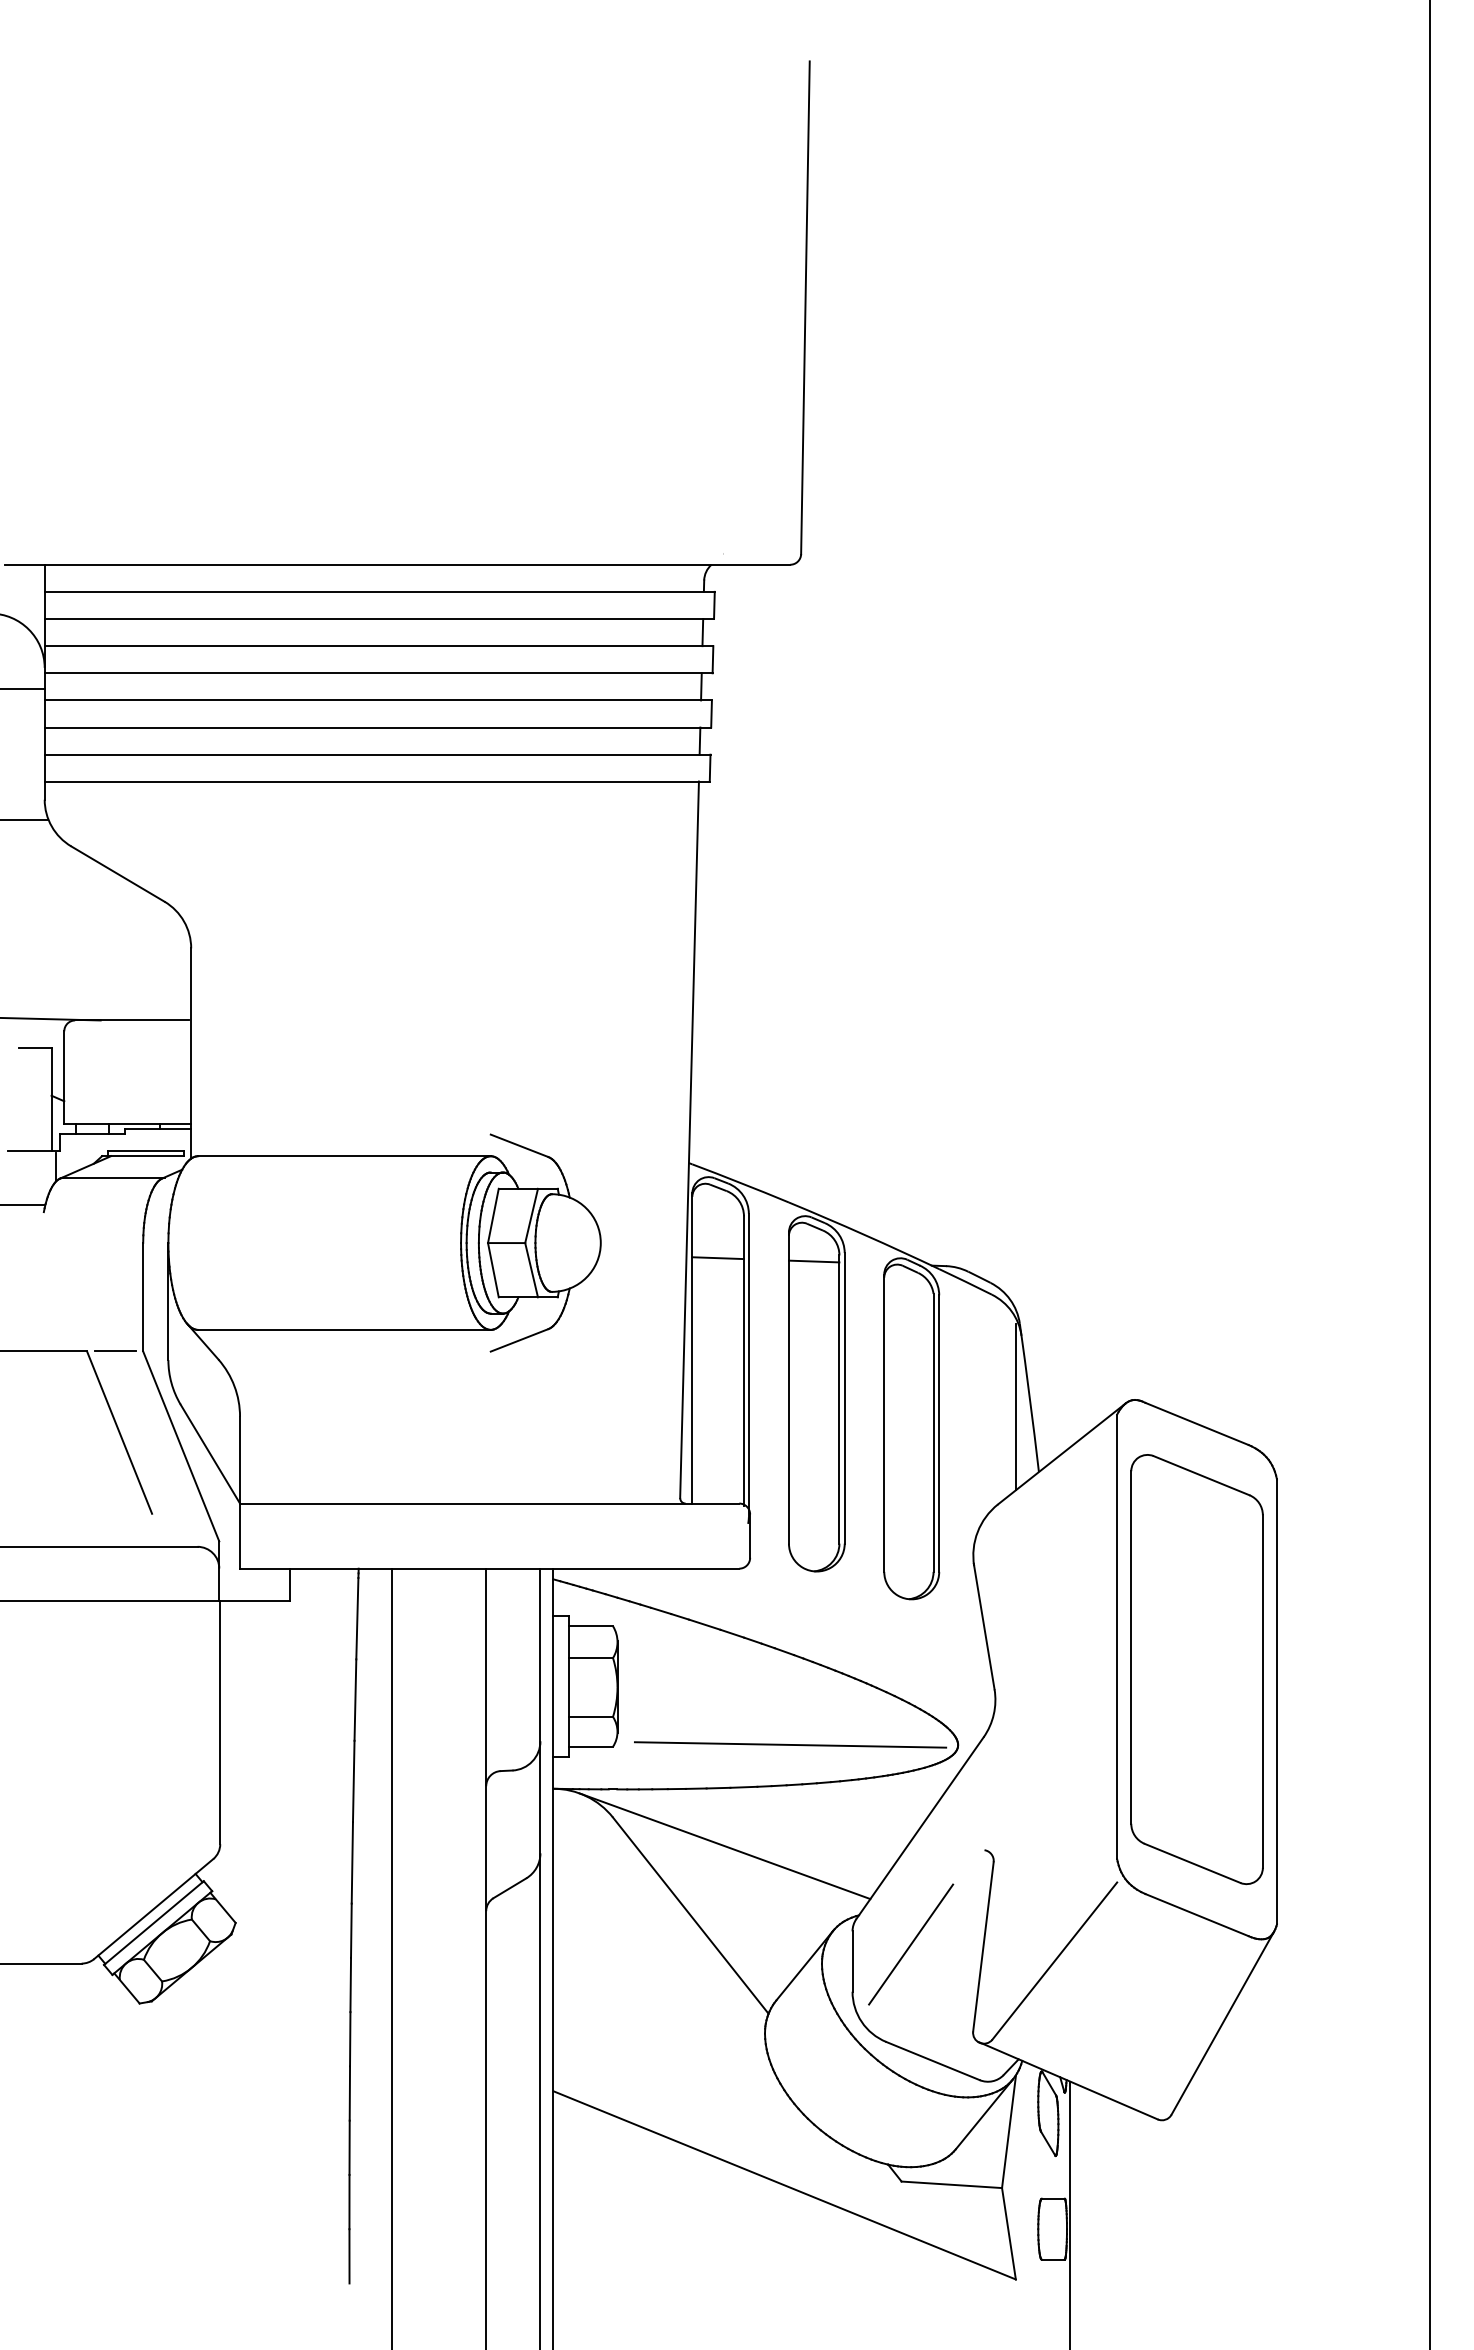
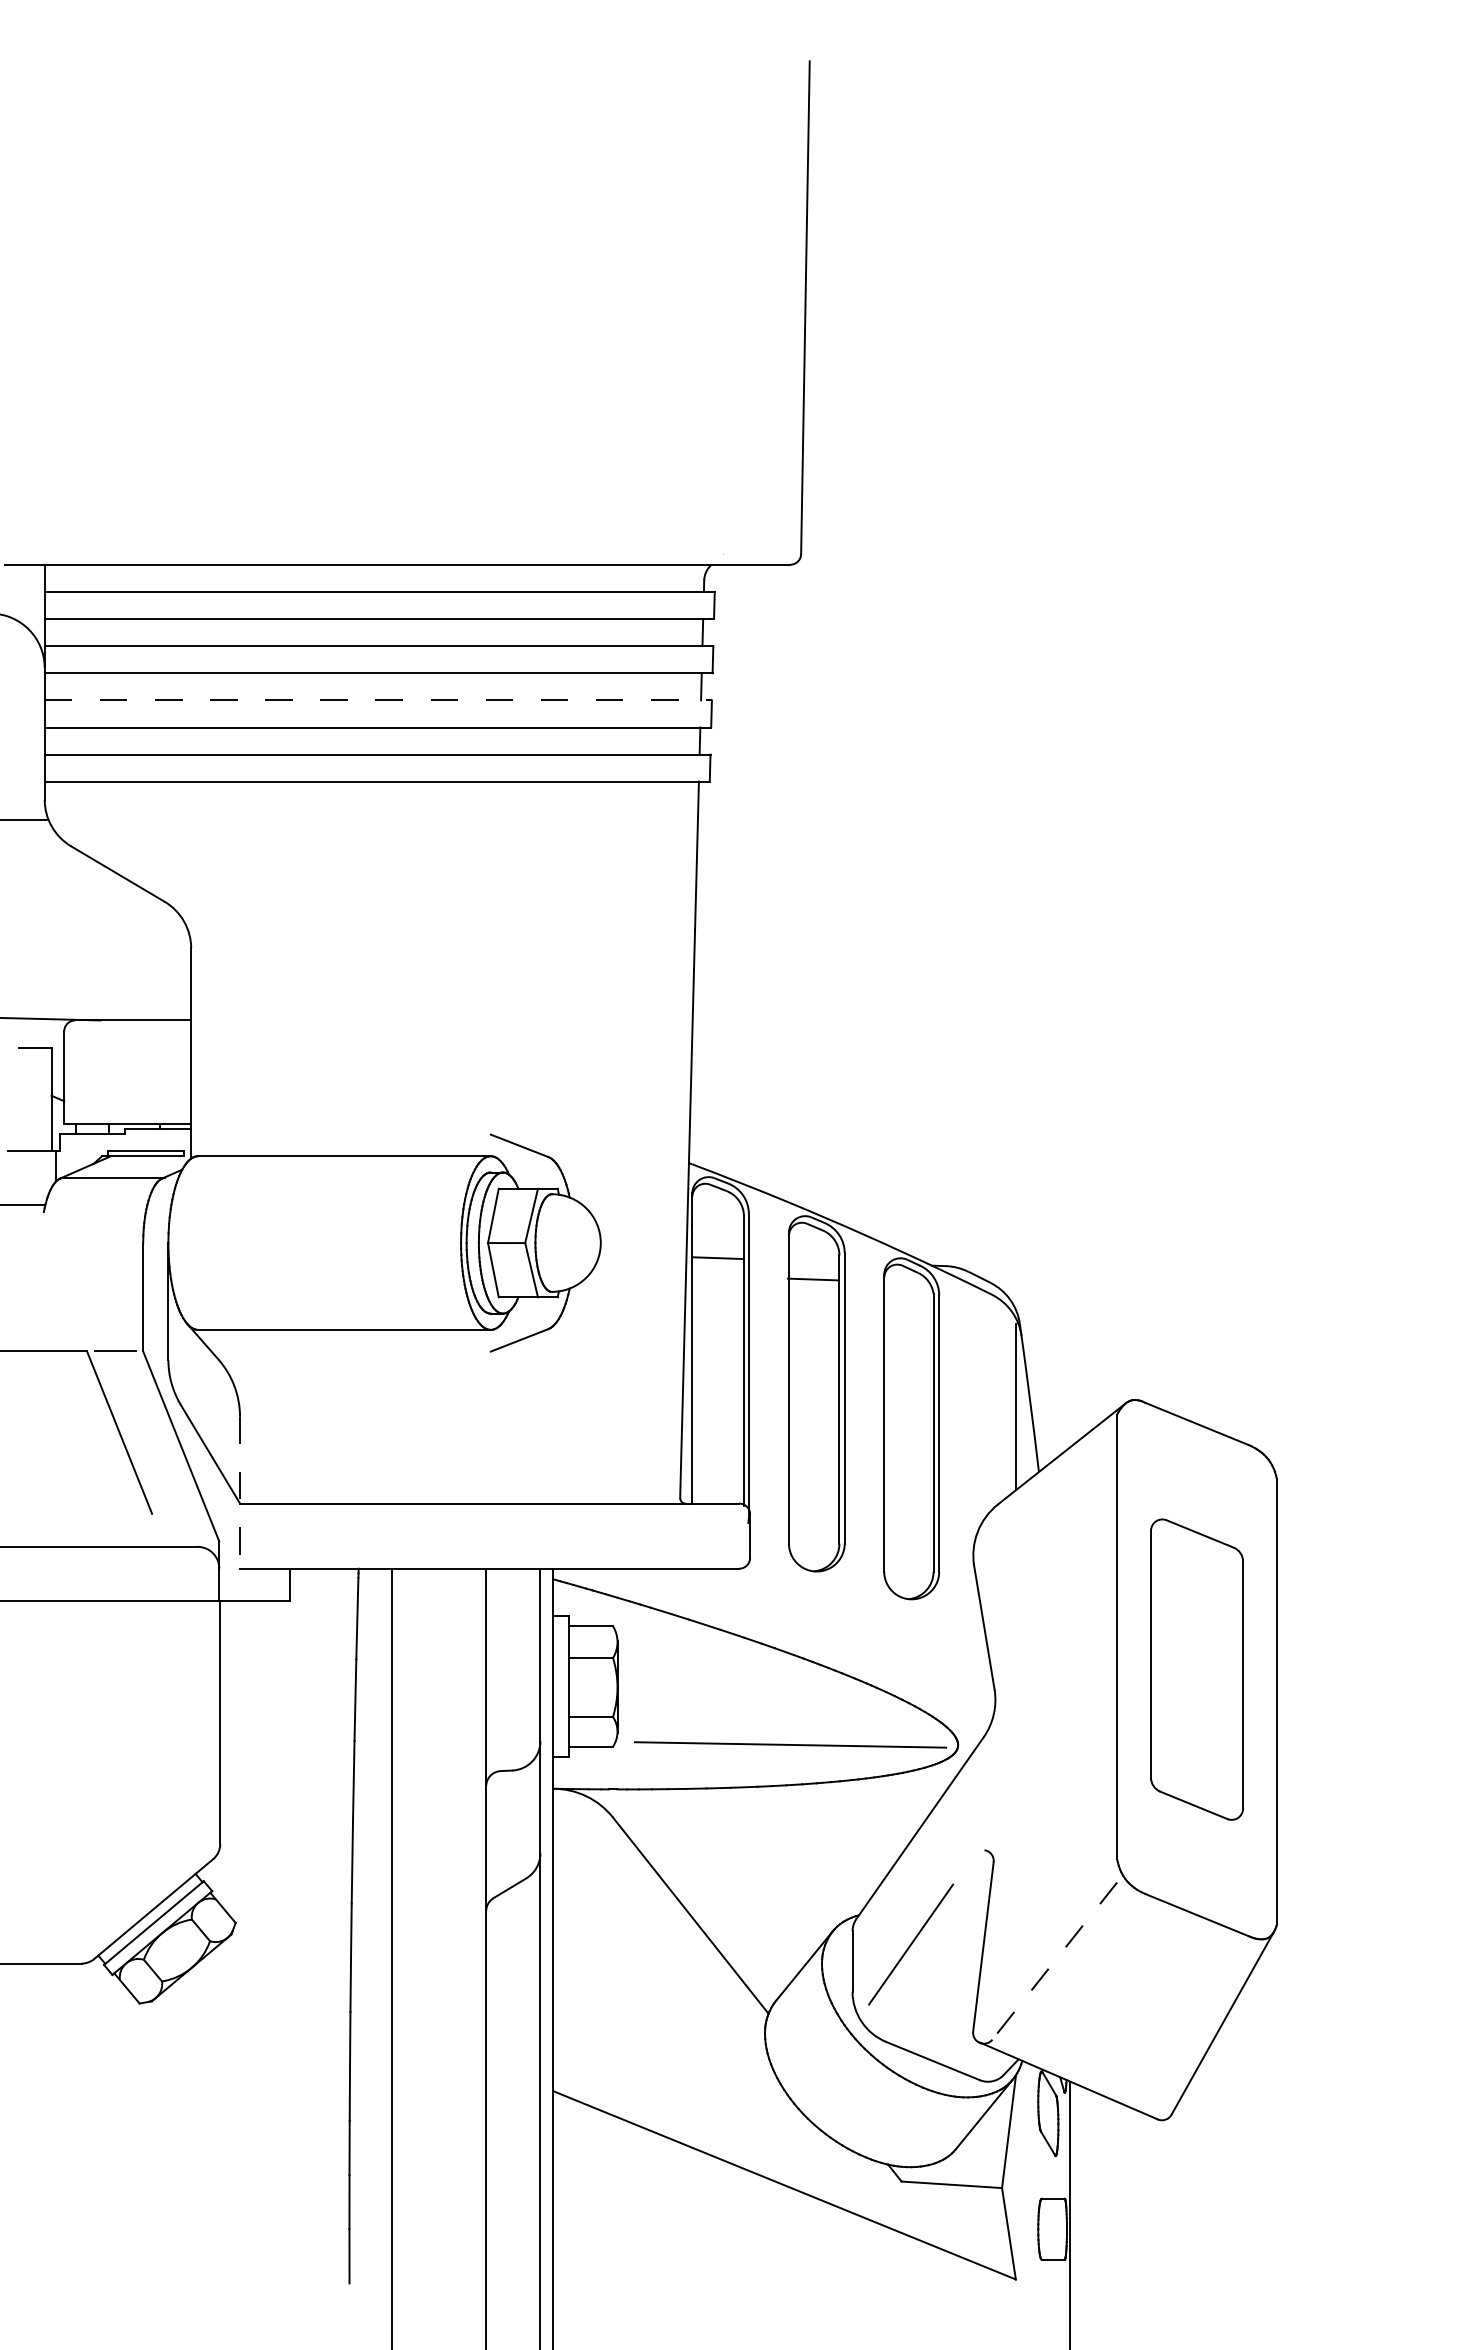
line at (23, 689): present -> none
line at (378, 700): solid -> dashed
line at (1429, 1174): present -> none
line at (813, 1261) position: (813, 1261) -> (812, 1279)
line at (240, 1492): solid -> dashed
part at (1196, 1669) size: 134x432 px -> 94x303 px
line at (724, 1846): present -> none
line at (1054, 1961): solid -> dashed
